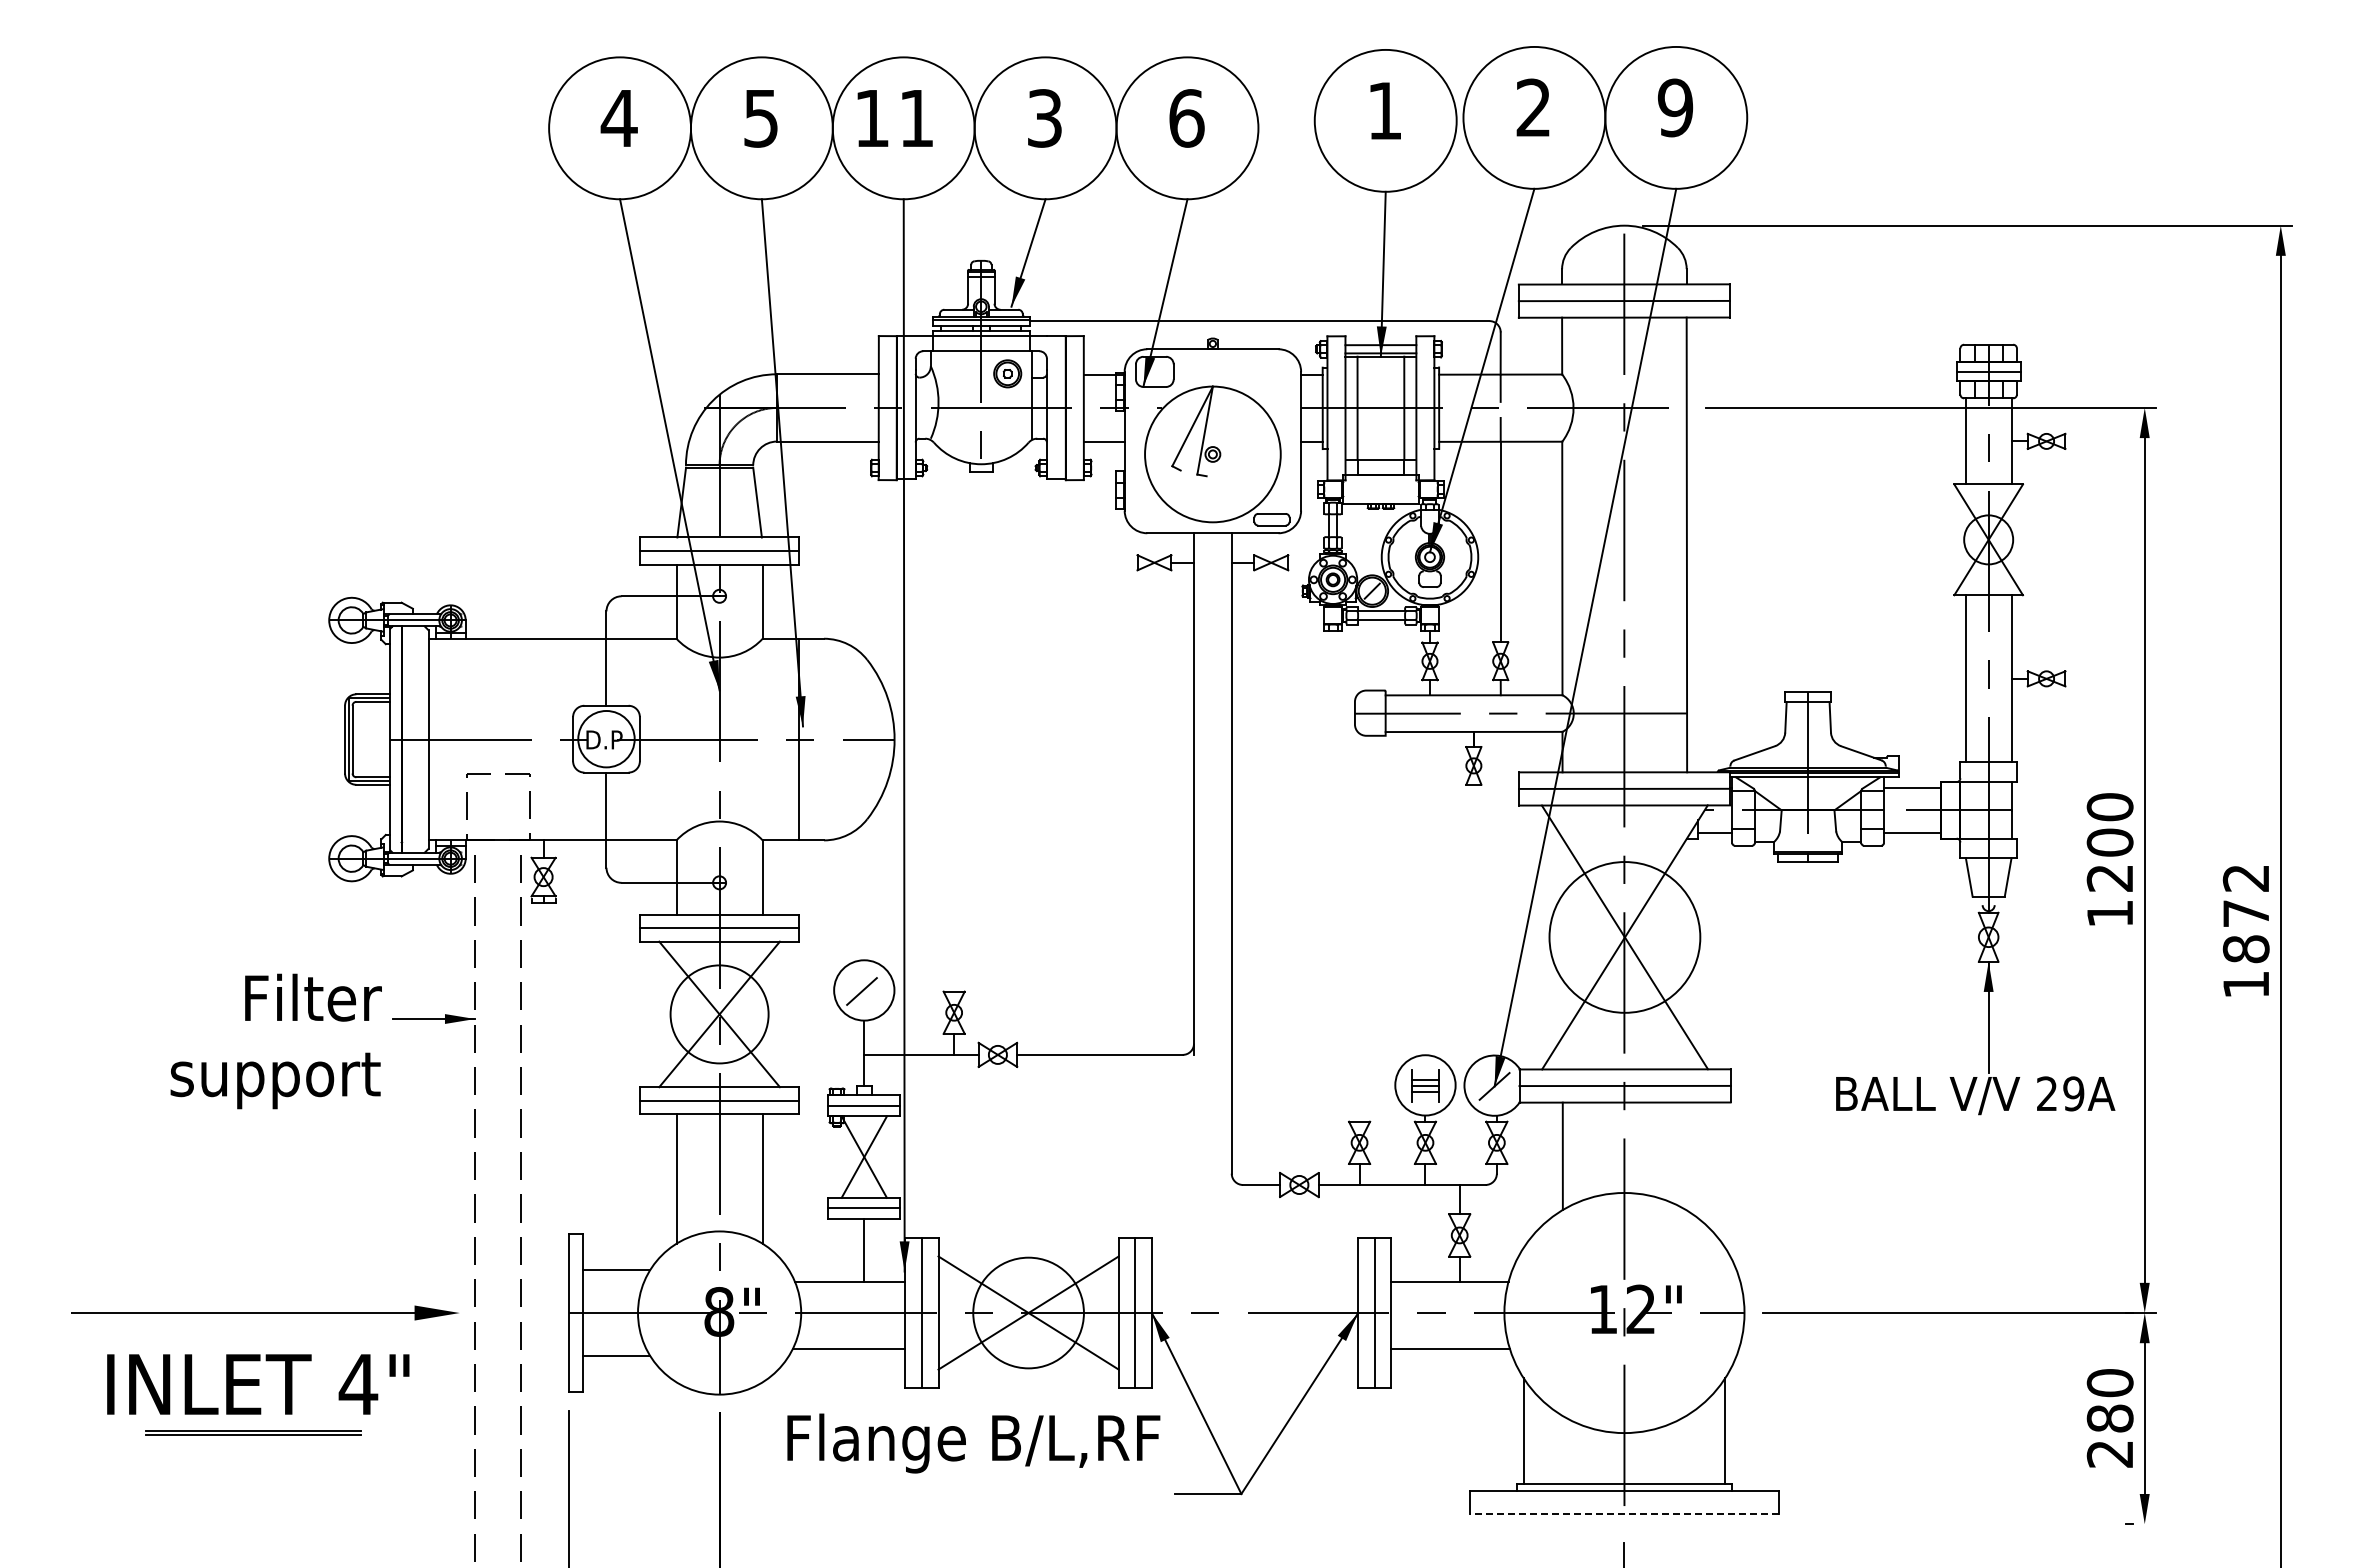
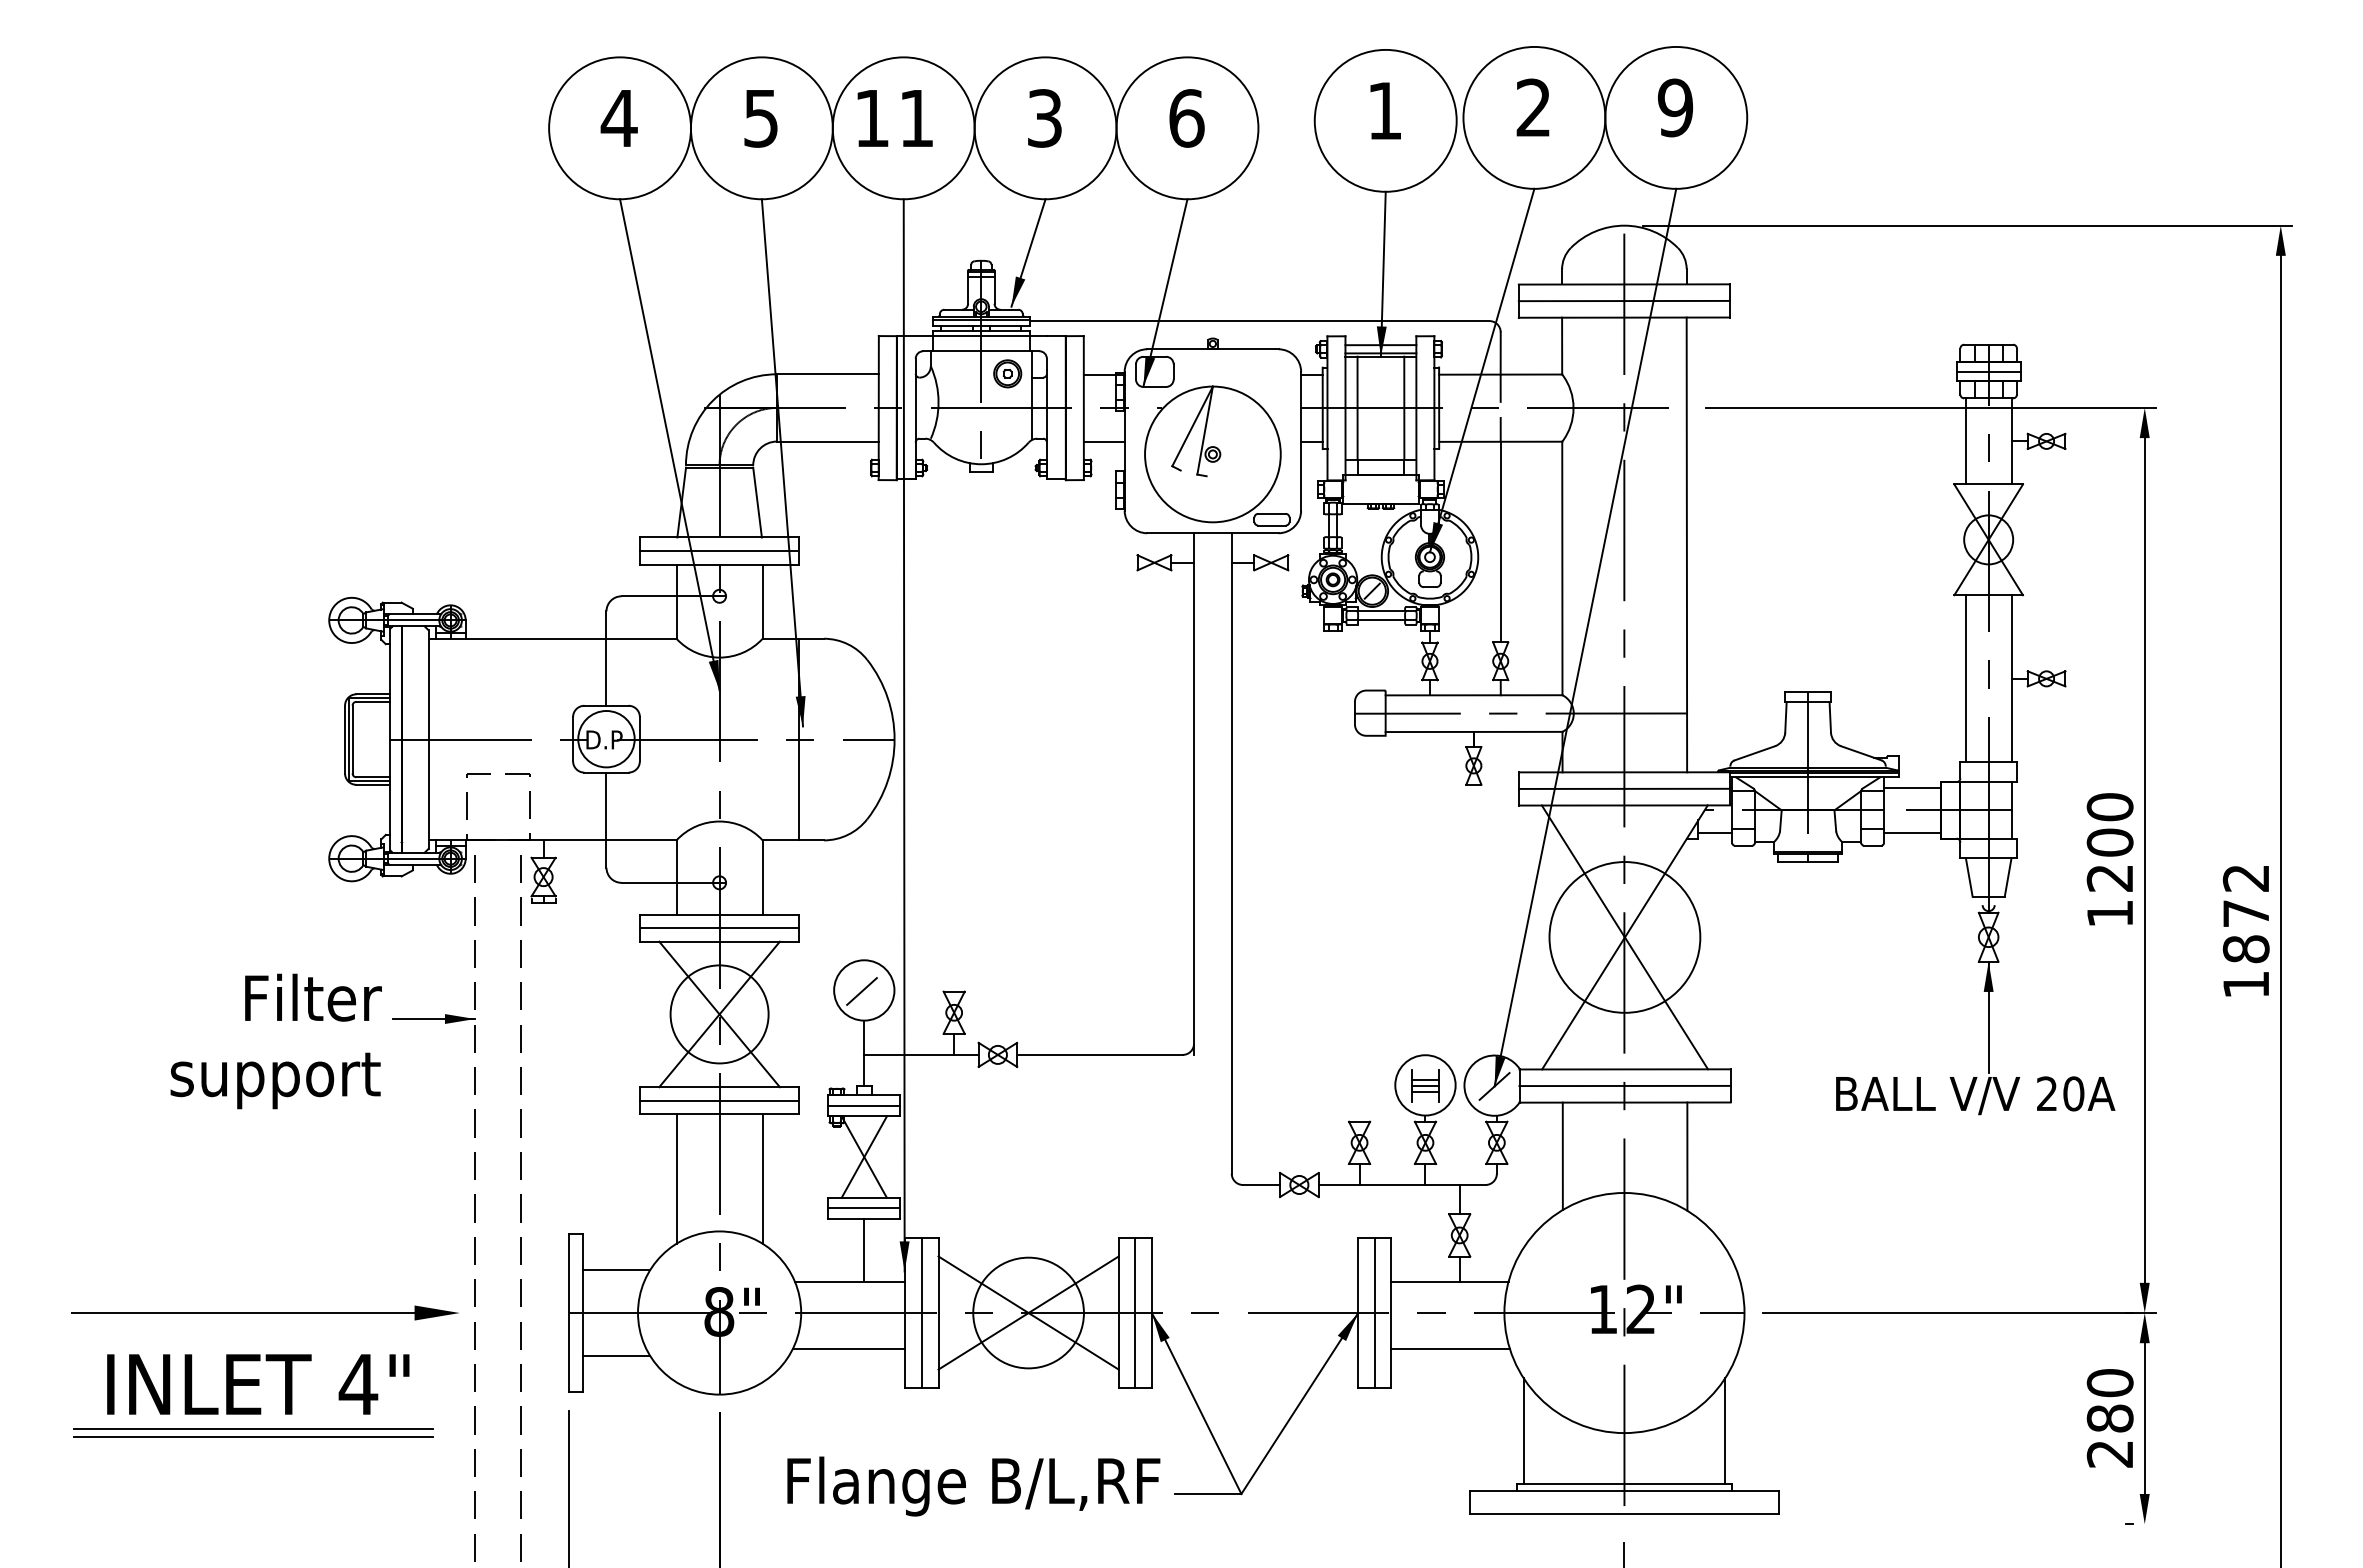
text at (2073, 1093): 29A -> 20A
line at (1687, 1156): none -> present
part at (253, 1432) size: 217x6 px -> 361x10 px
text at (973, 1443) position: (973, 1443) -> (973, 1486)
line at (1624, 1513): dashed -> solid
